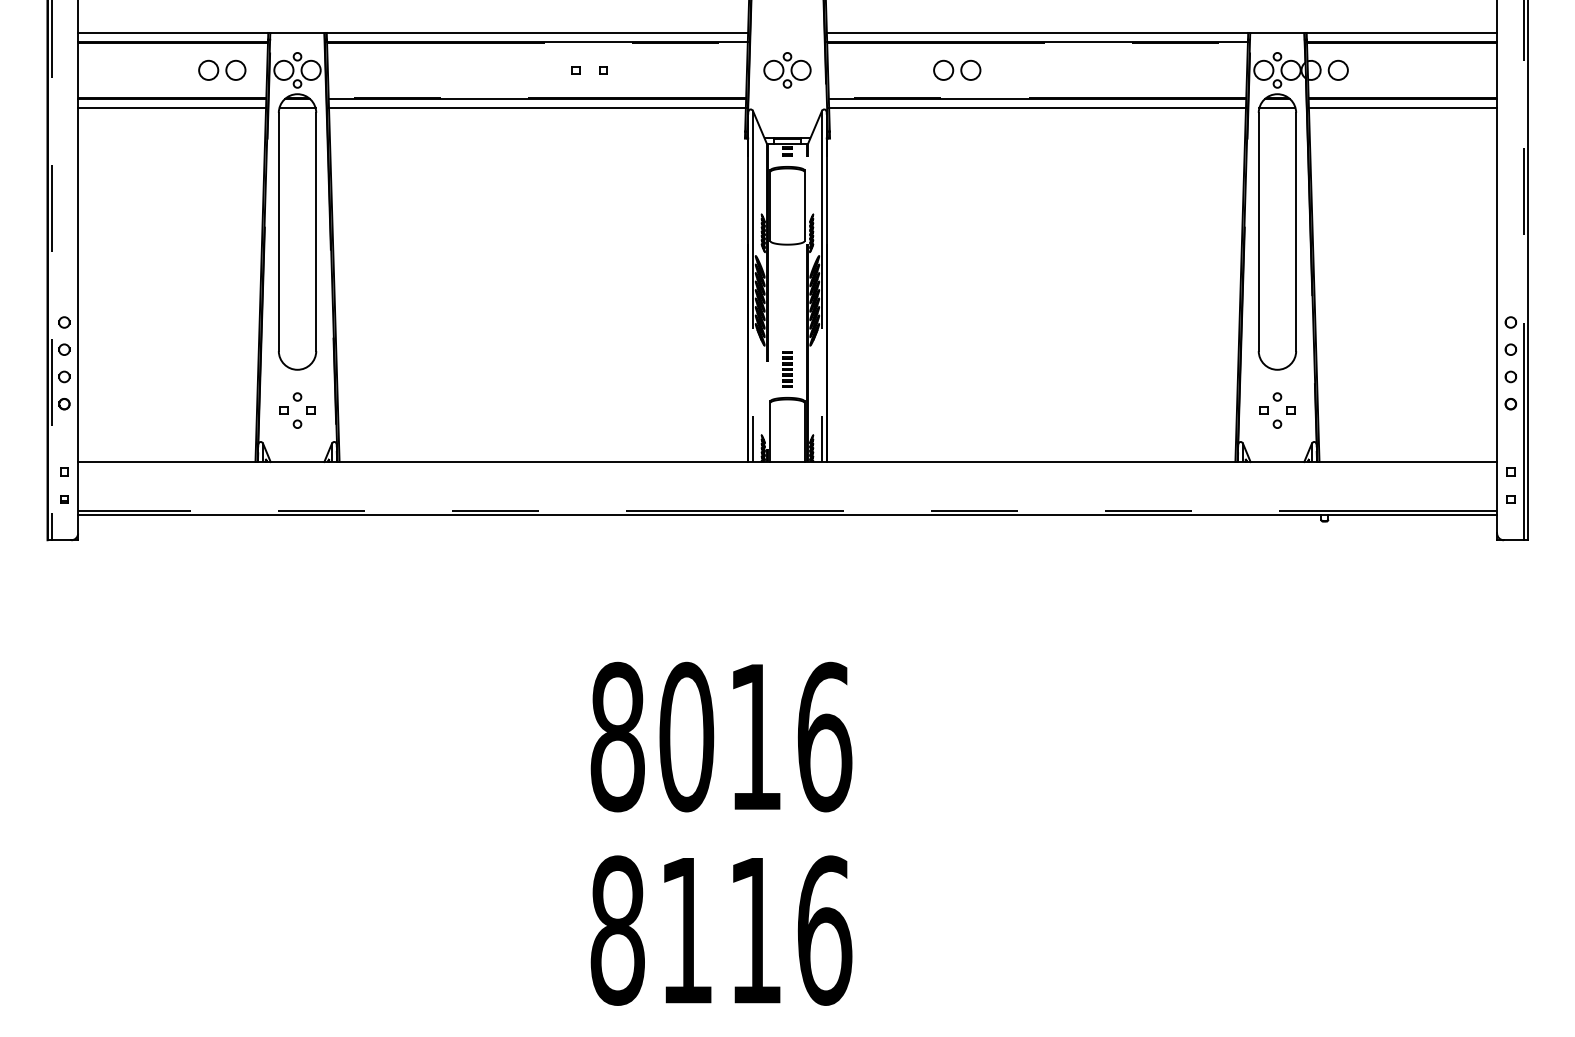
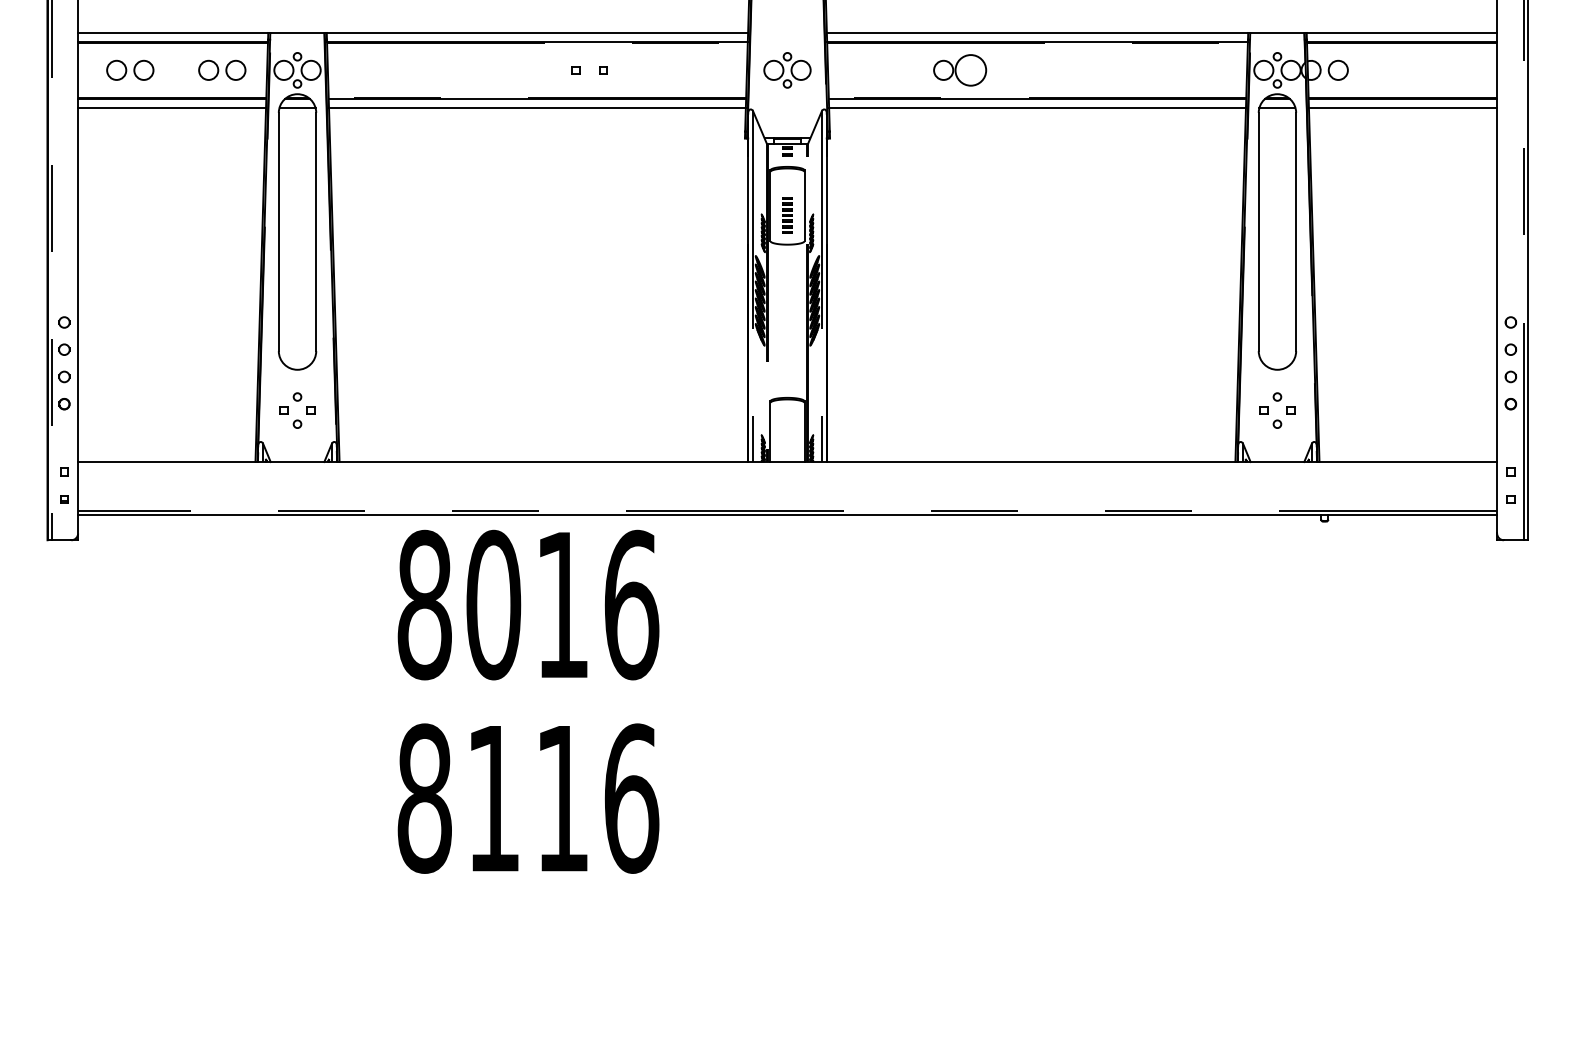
part at (130, 69): none -> present
circle at (970, 69) diameter: 19 px -> 31 px
part at (787, 369) position: (787, 369) -> (787, 215)
text at (721, 833) position: (721, 833) -> (528, 701)
